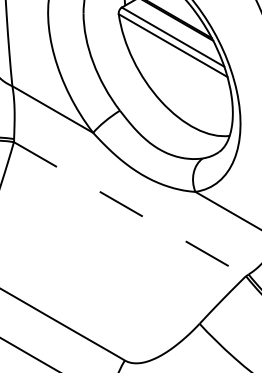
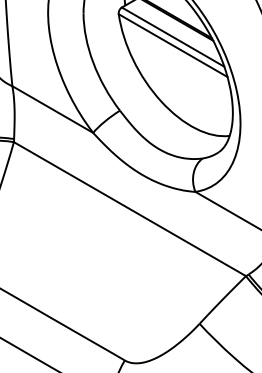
line at (129, 209): dashed -> solid
